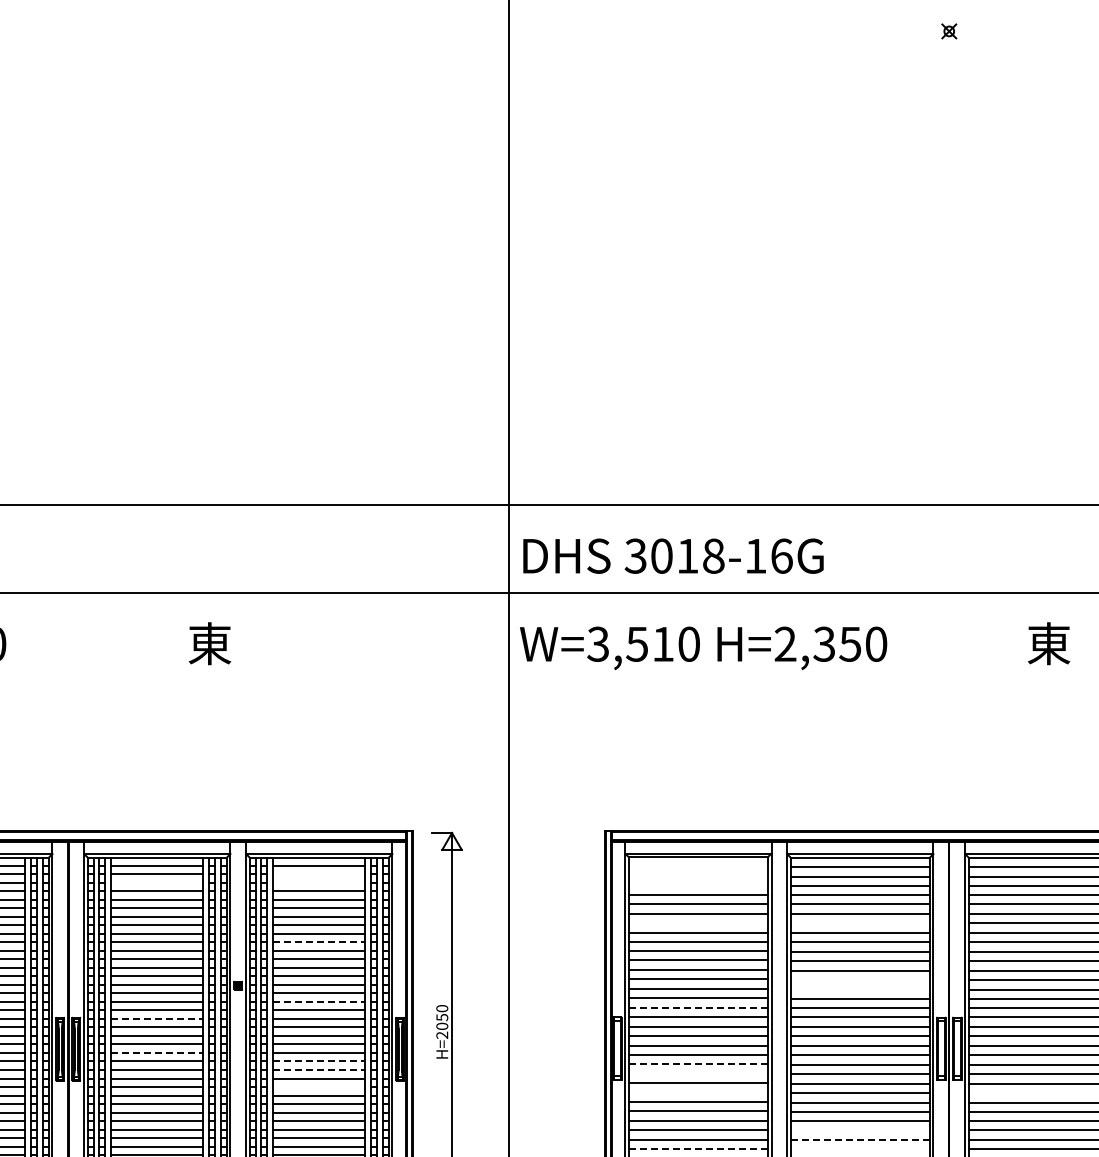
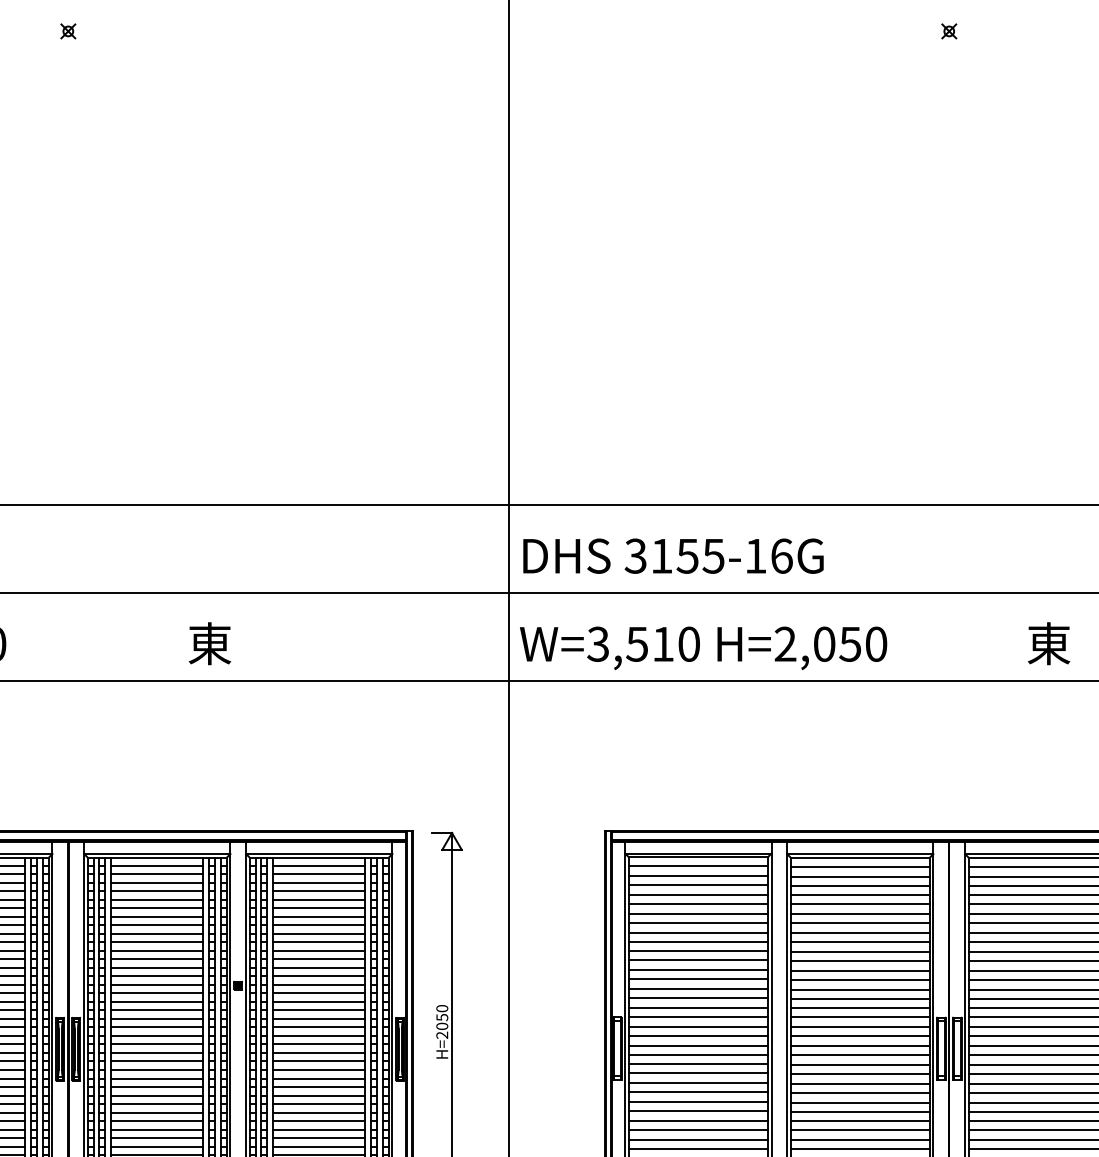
part at (68, 31): none -> present
text at (687, 555): 3018-16G -> 3155-16G
text at (824, 643): H=2,350 -> H=2,050
line at (548, 681): none -> present
line at (697, 866): none -> present
line at (319, 874): none -> present
line at (697, 876): none -> present
line at (157, 882): none -> present
line at (319, 882): none -> present
line at (697, 885): none -> present
line at (697, 922): none -> present
line at (859, 923): none -> present
line at (319, 942): dashed -> solid
line at (859, 979): none -> present
line at (859, 989): none -> present
line at (319, 1001): dashed -> solid
line at (698, 1007): dashed -> solid
line at (157, 1018): dashed -> solid
line at (157, 1052): dashed -> solid
line at (319, 1061): dashed -> solid
line at (698, 1064): dashed -> solid
line at (319, 1070): dashed -> solid
line at (697, 1073): none -> present
line at (319, 1087): none -> present
line at (697, 1092): none -> present
line at (1031, 1092): none -> present
line at (859, 1130): none -> present
line at (860, 1140): dashed -> solid
line at (698, 1148): dashed -> solid
line at (859, 1149): none -> present
